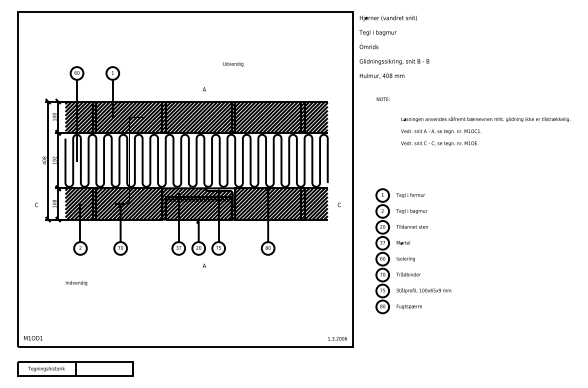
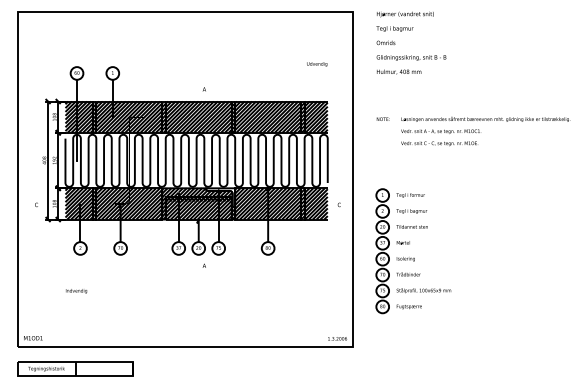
text at (394, 46) position: (394, 46) -> (411, 42)
text at (233, 64) position: (233, 64) -> (317, 64)
text at (382, 98) position: (382, 98) -> (382, 118)
text at (76, 283) position: (76, 283) -> (76, 291)
